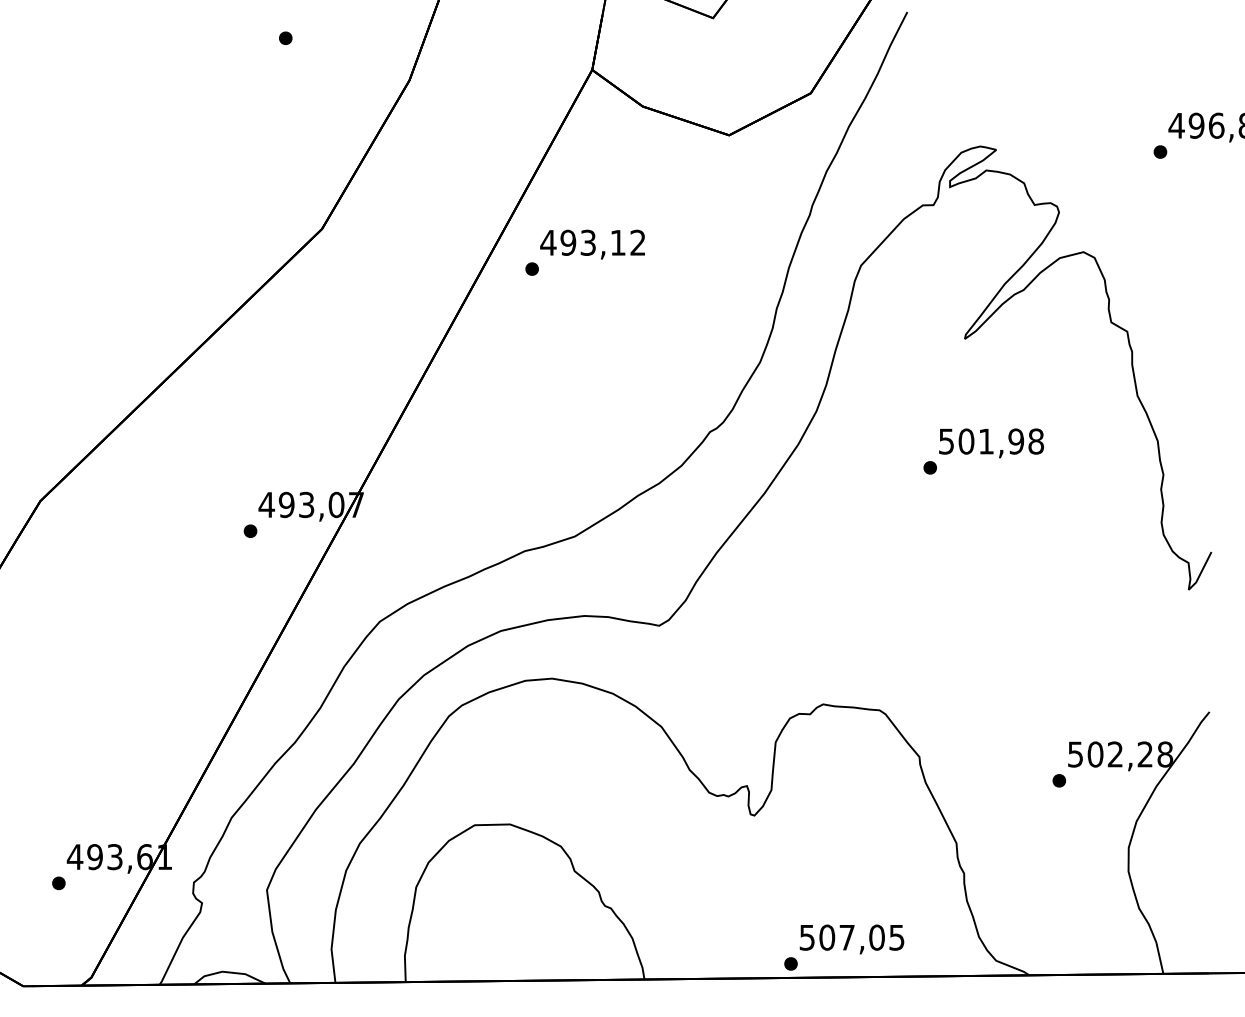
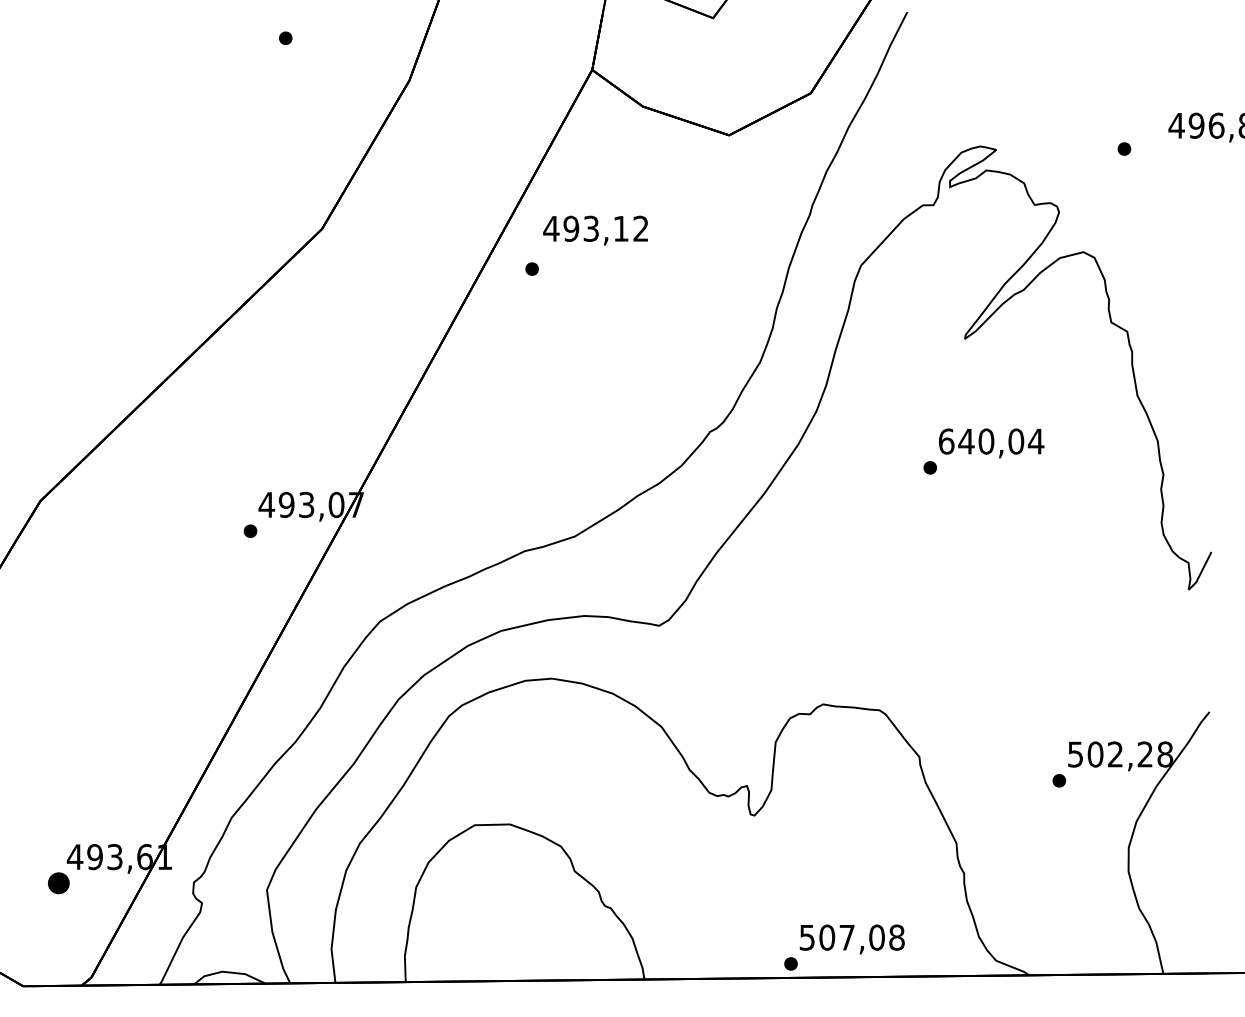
part at (1160, 151) position: (1160, 151) -> (1124, 148)
text at (592, 244) position: (592, 244) -> (595, 230)
text at (991, 441): 501,98 -> 640,04
part at (58, 883) size: 14x15 px -> 22x23 px
text at (896, 937): 507,05 -> 507,08
